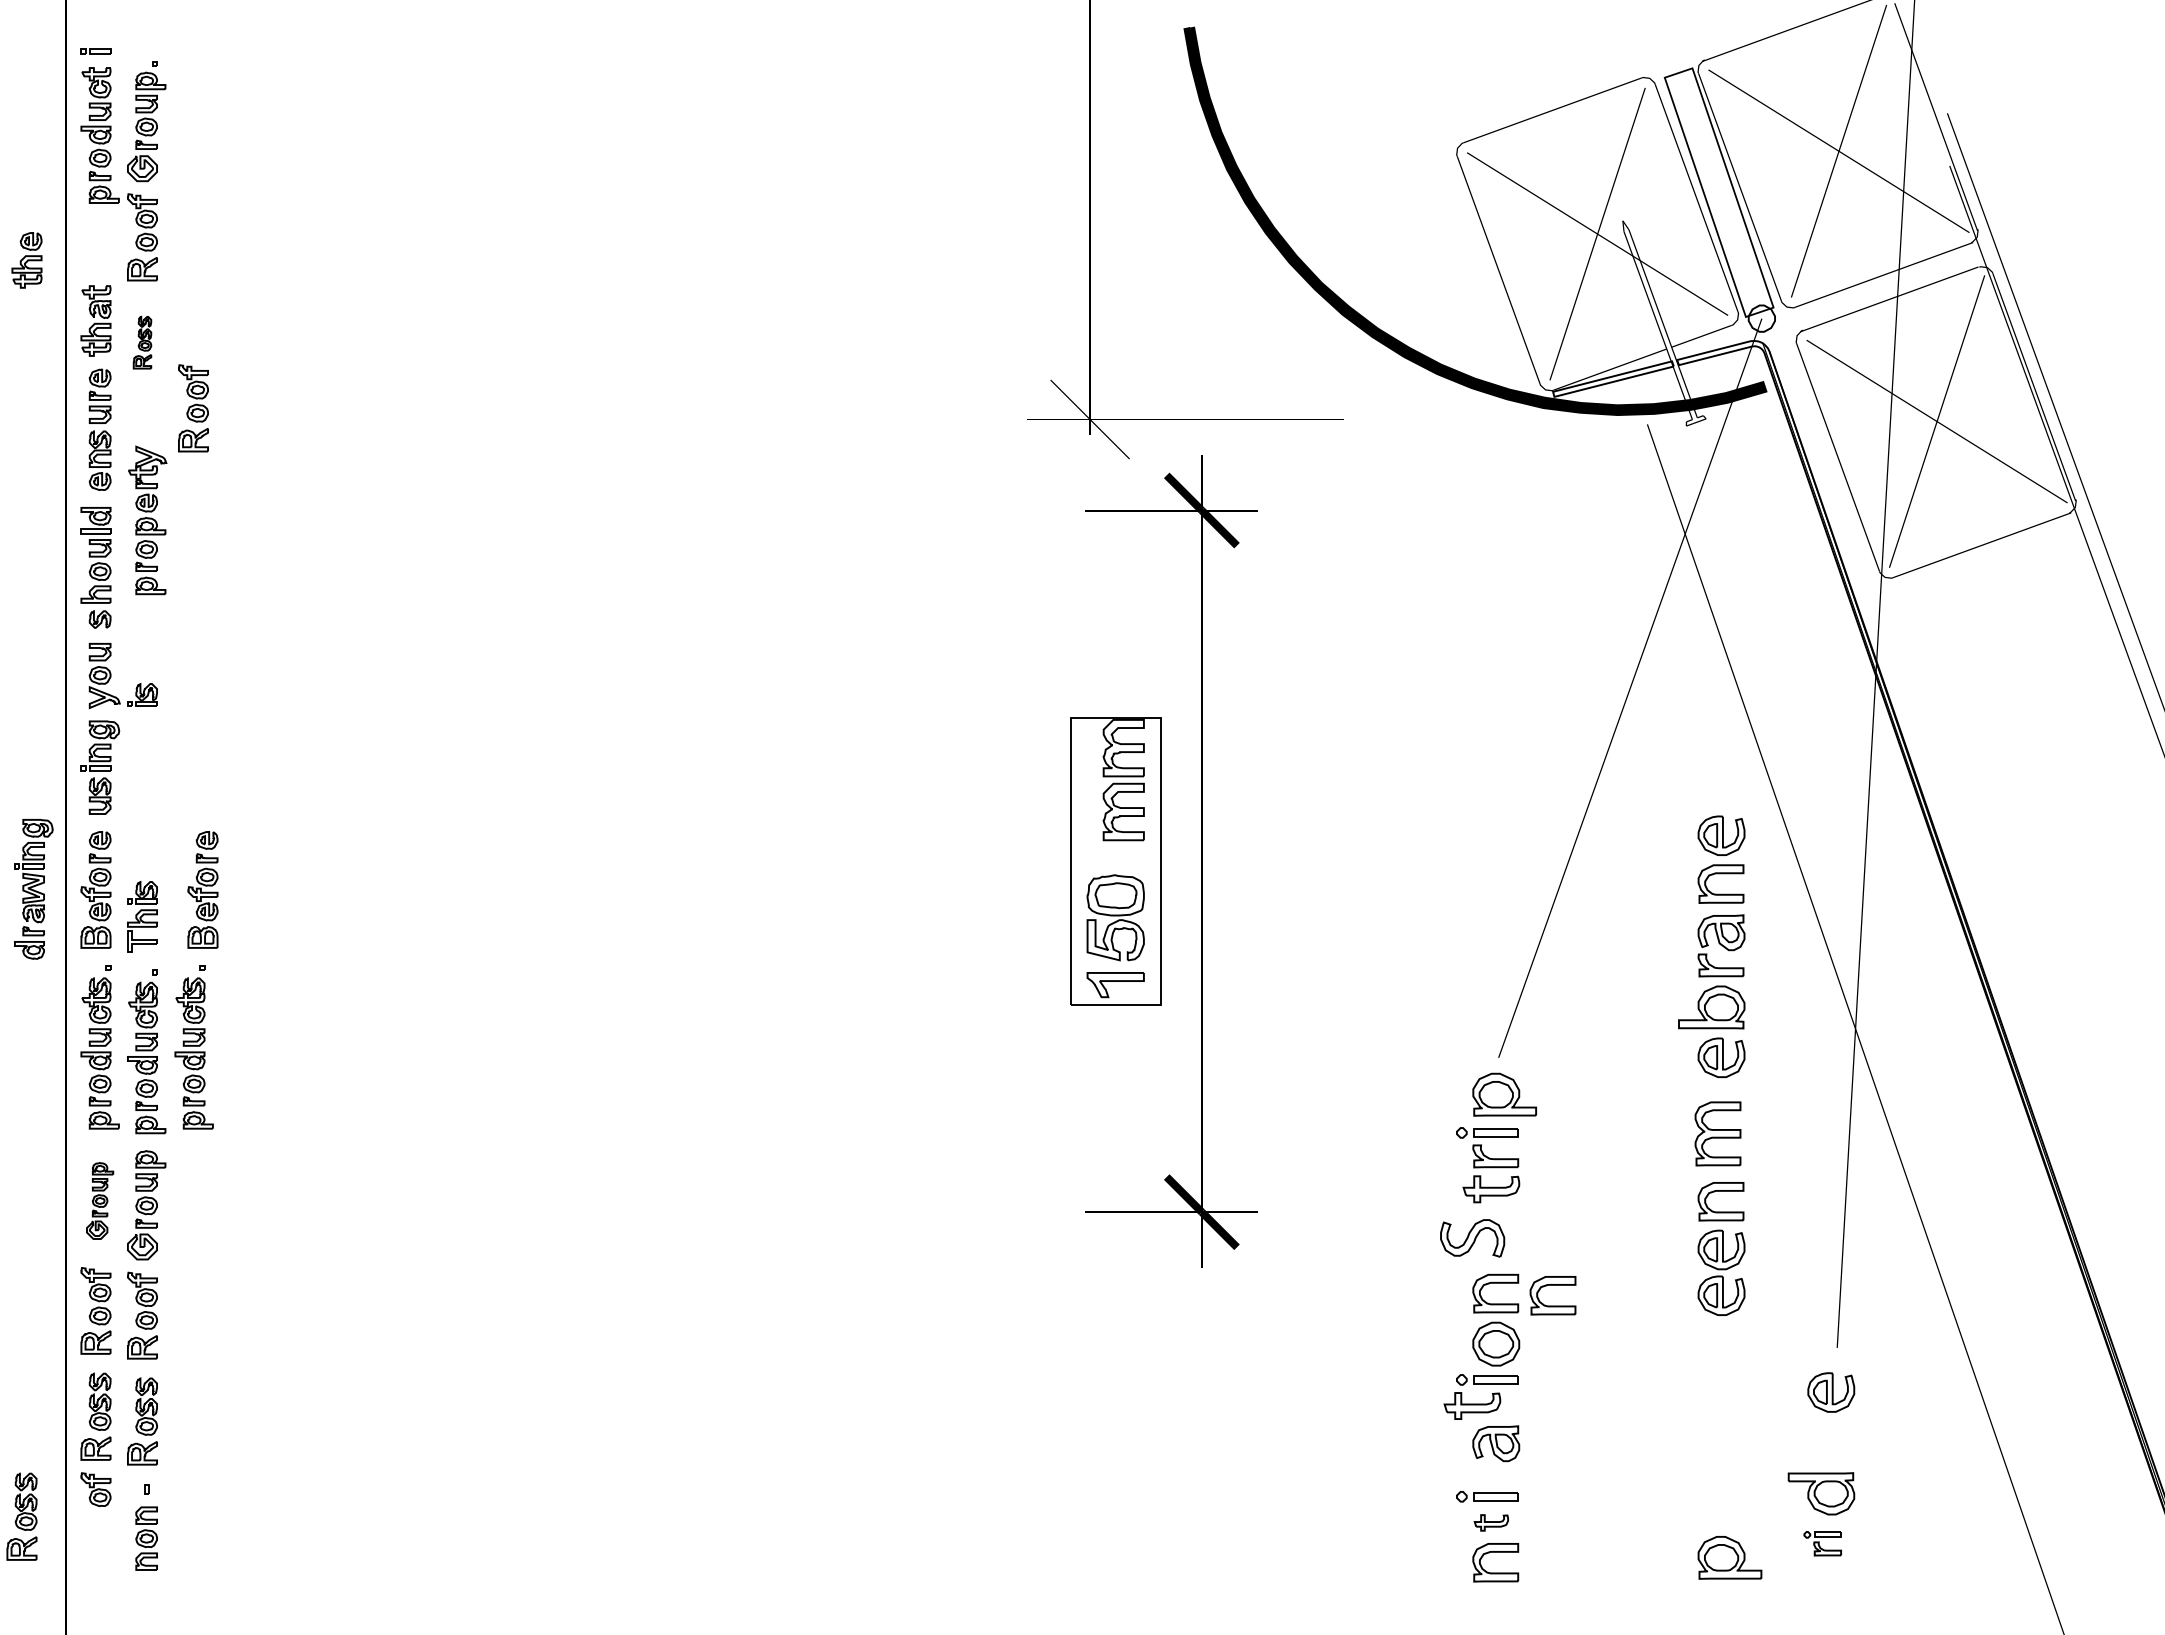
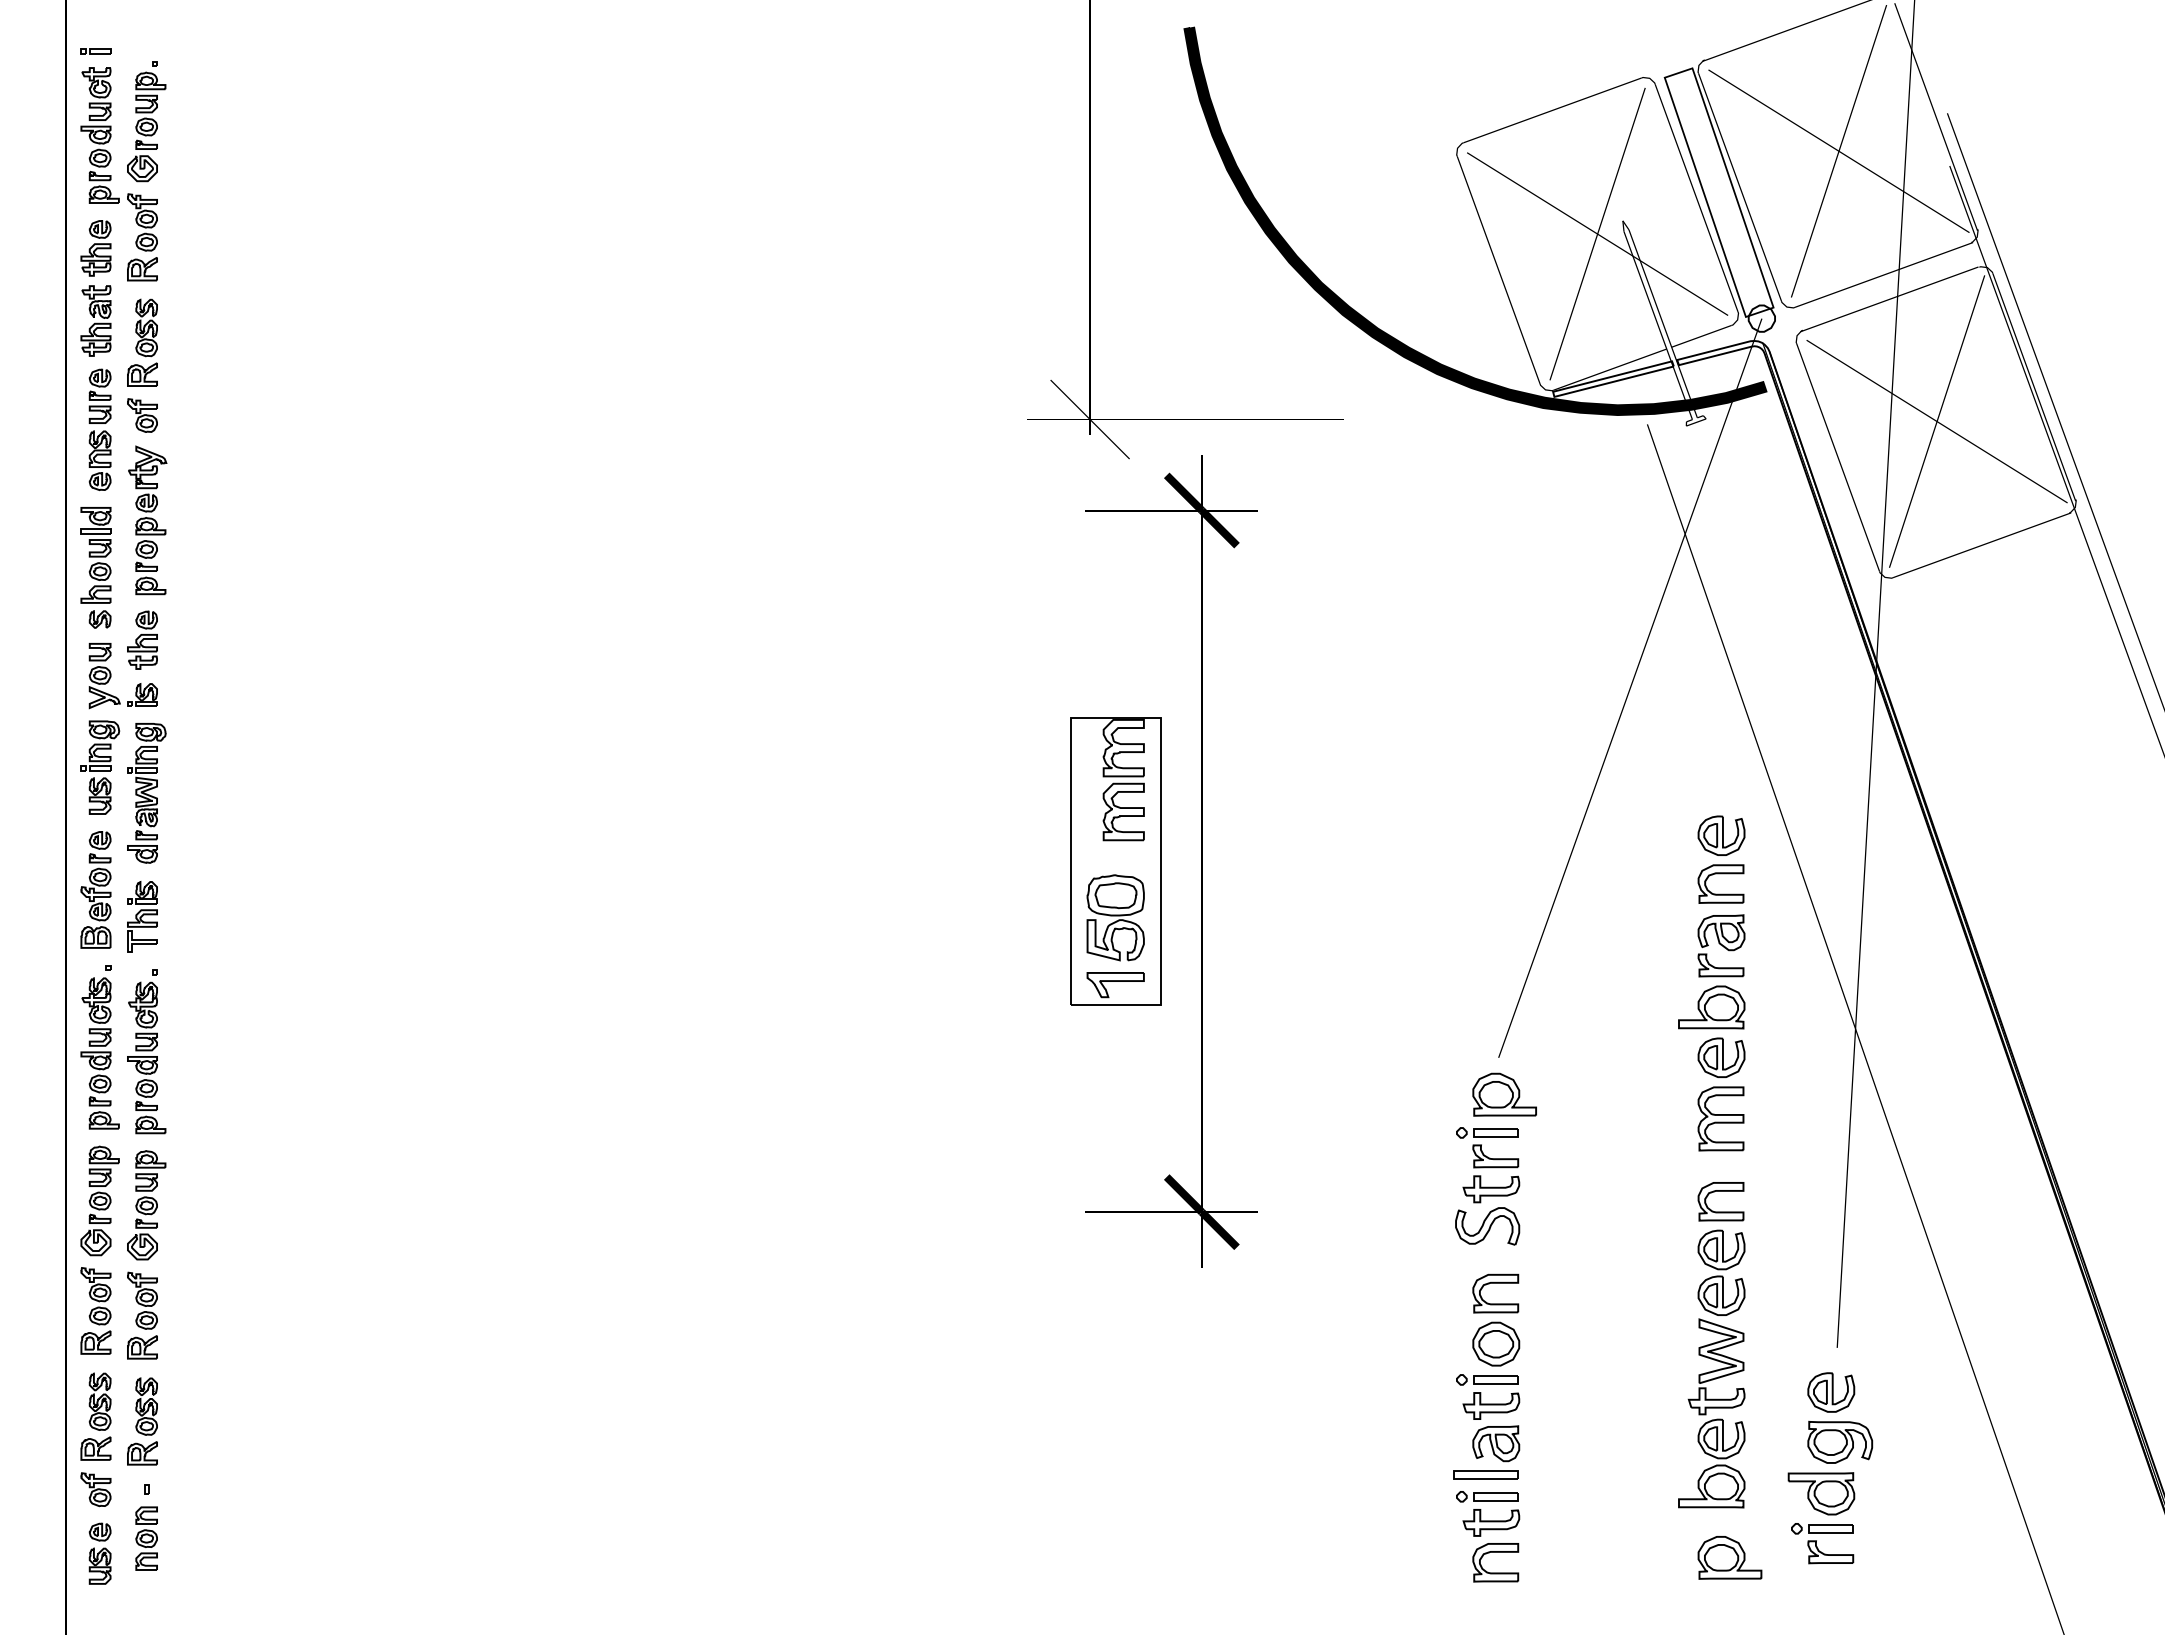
part at (26, 260) position: (26, 260) -> (95, 248)
part at (142, 342) size: 21x55 px -> 31x89 px
part at (193, 408): present -> none
part at (142, 415): none -> present
part at (142, 639): none -> present
part at (33, 889) position: (33, 889) -> (146, 793)
part at (202, 889): present -> none
part at (193, 1047): present -> none
part at (1717, 1133) position: (1717, 1133) -> (1720, 1118)
part at (100, 1200) size: 29x78 px -> 40x112 px
part at (1472, 1238) position: (1472, 1238) -> (1487, 1226)
part at (1552, 1285): present -> none
part at (1472, 1405) position: (1472, 1405) -> (1491, 1405)
part at (1711, 1413): none -> present
part at (1840, 1442): none -> present
part at (1485, 1474): none -> present
part at (21, 1516): present -> none
part at (1490, 1522) size: 36x18 px -> 59x28 px
part at (1822, 1543) size: 39x26 px -> 64x42 px
part at (99, 1553): none -> present
